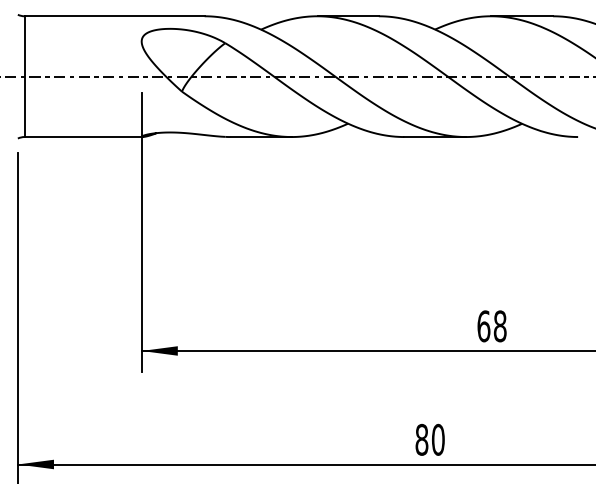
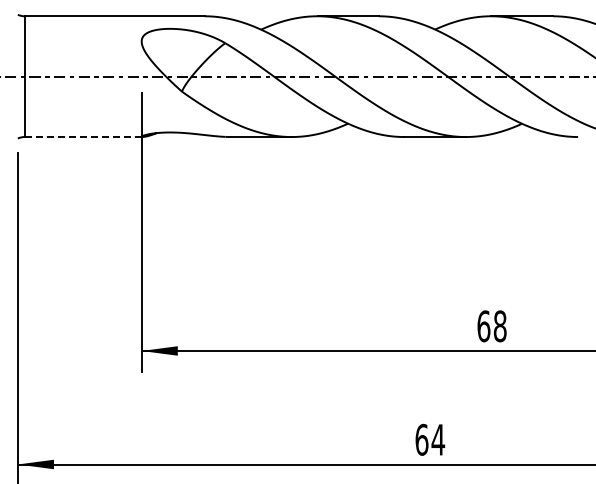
line at (84, 137): solid -> dashed
text at (430, 439): 80 -> 64
